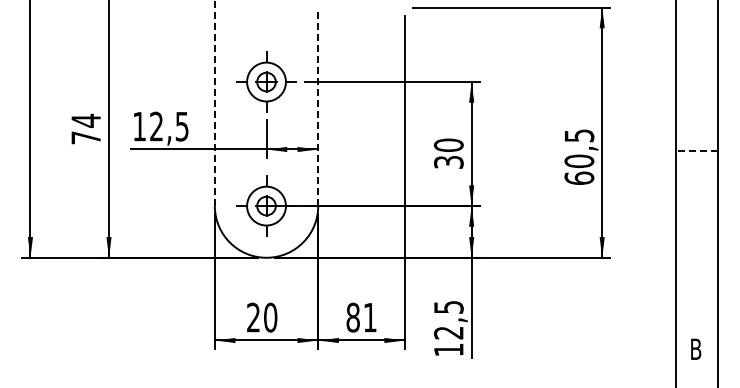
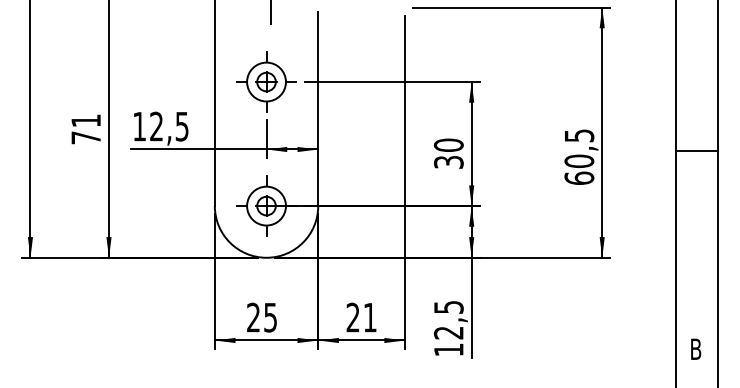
line at (270, 13): none -> present
line at (214, 103): dashed -> solid
line at (318, 109): dashed -> solid
text at (85, 120): 74 -> 71
line at (697, 150): dashed -> solid
text at (270, 317): 20 -> 25
text at (352, 317): 81 -> 21
